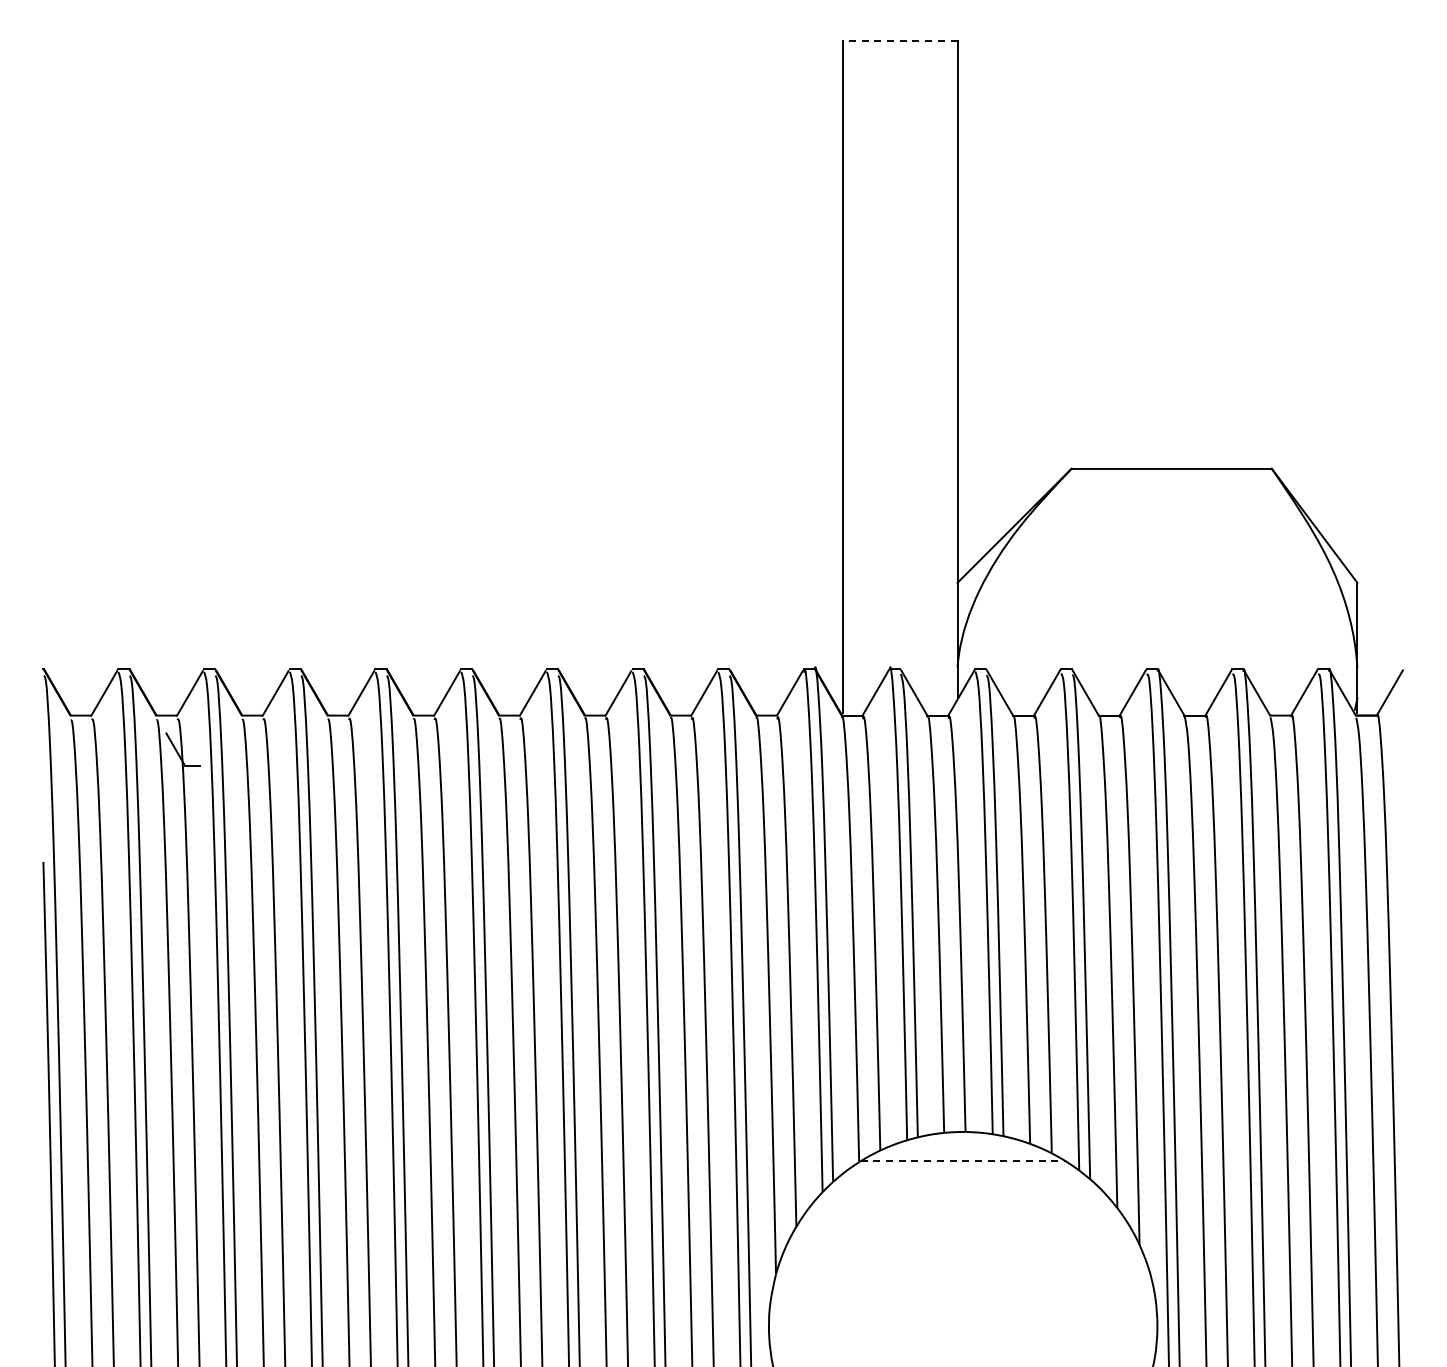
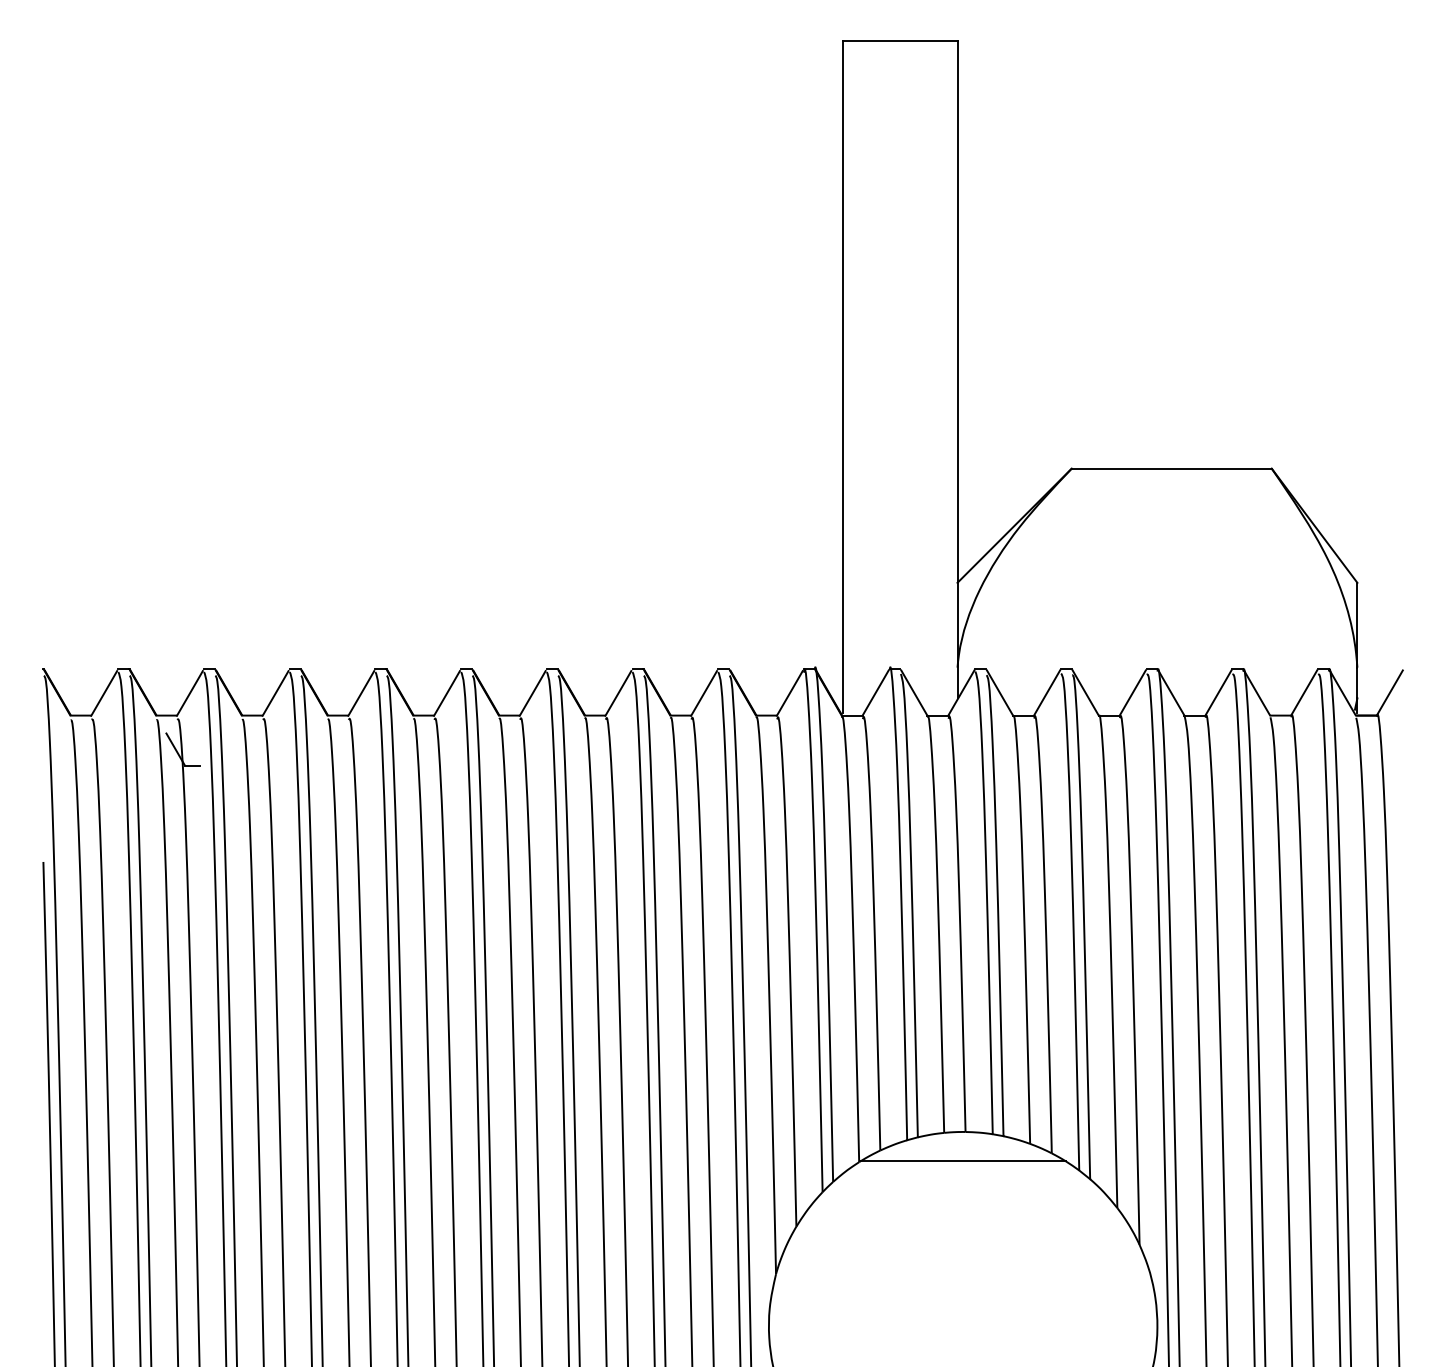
line at (899, 40): dashed -> solid
line at (963, 1161): dashed -> solid
